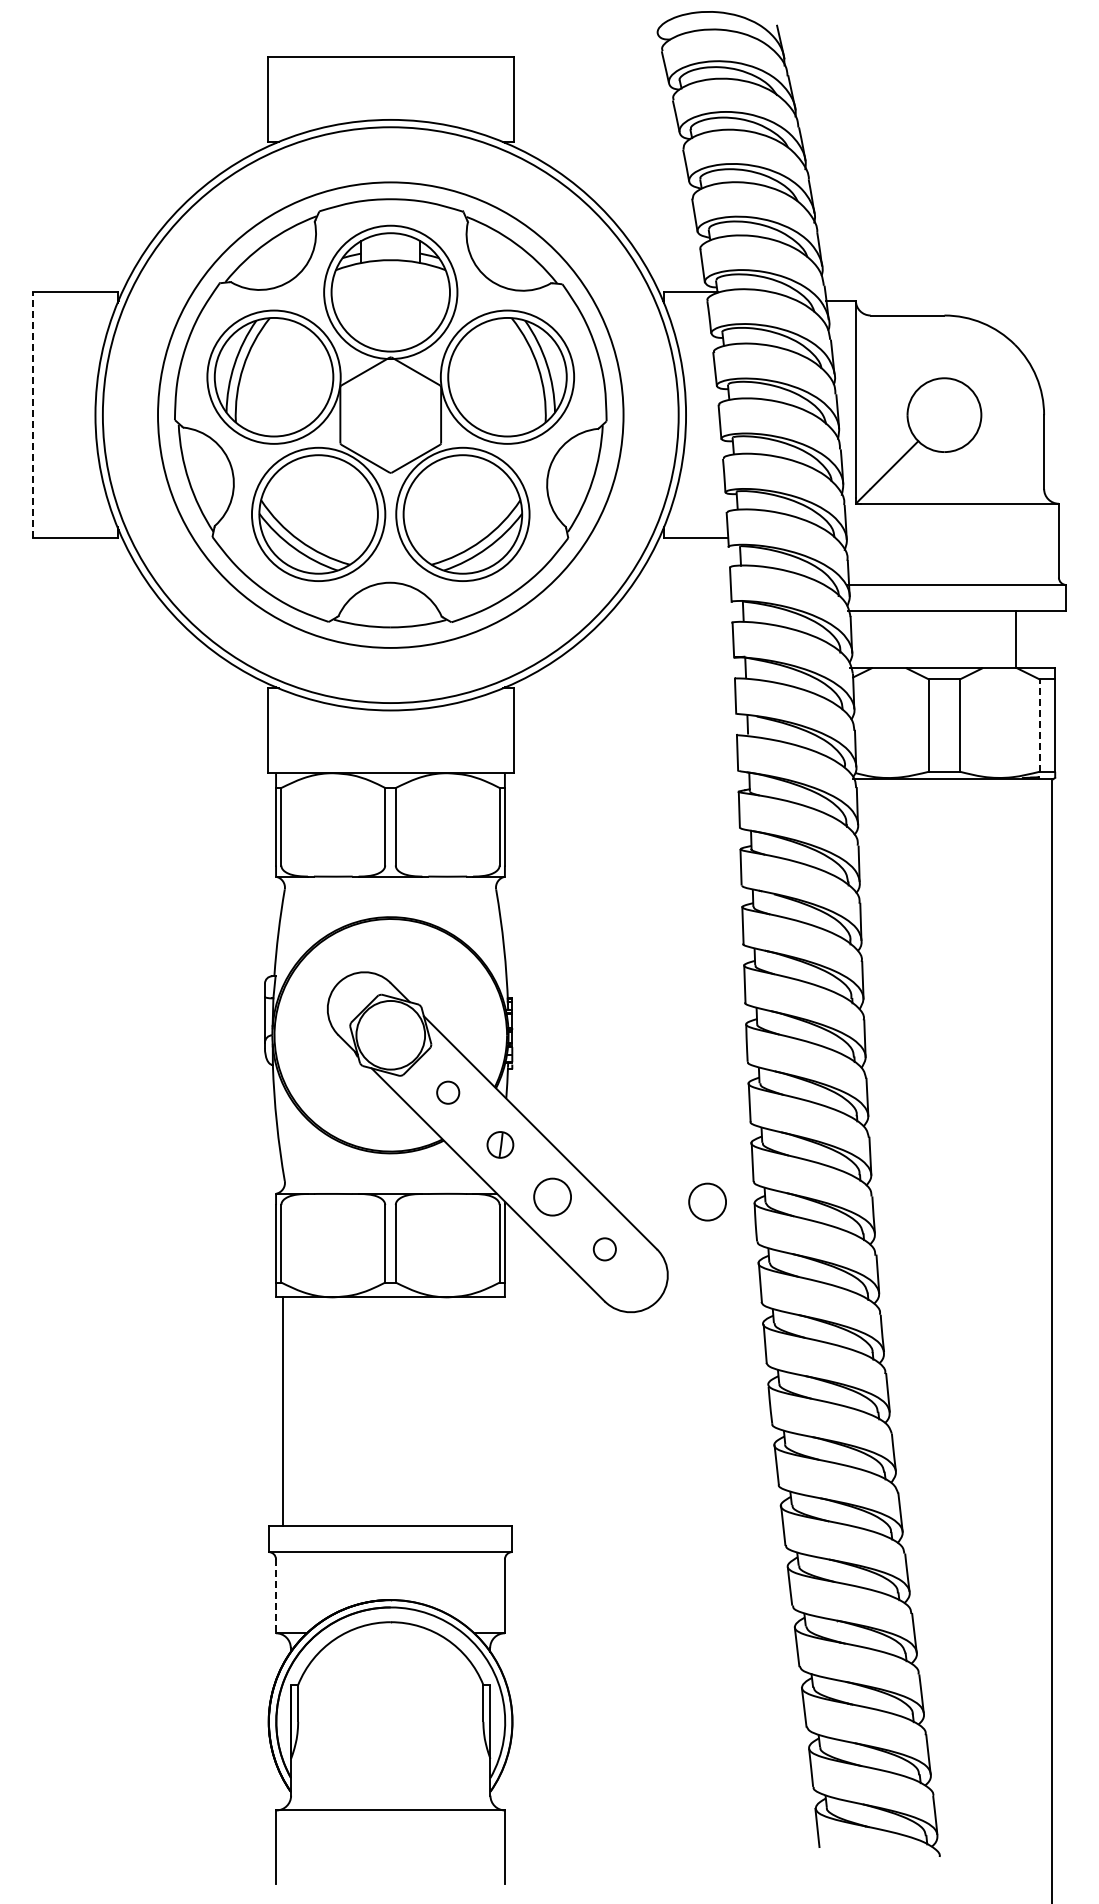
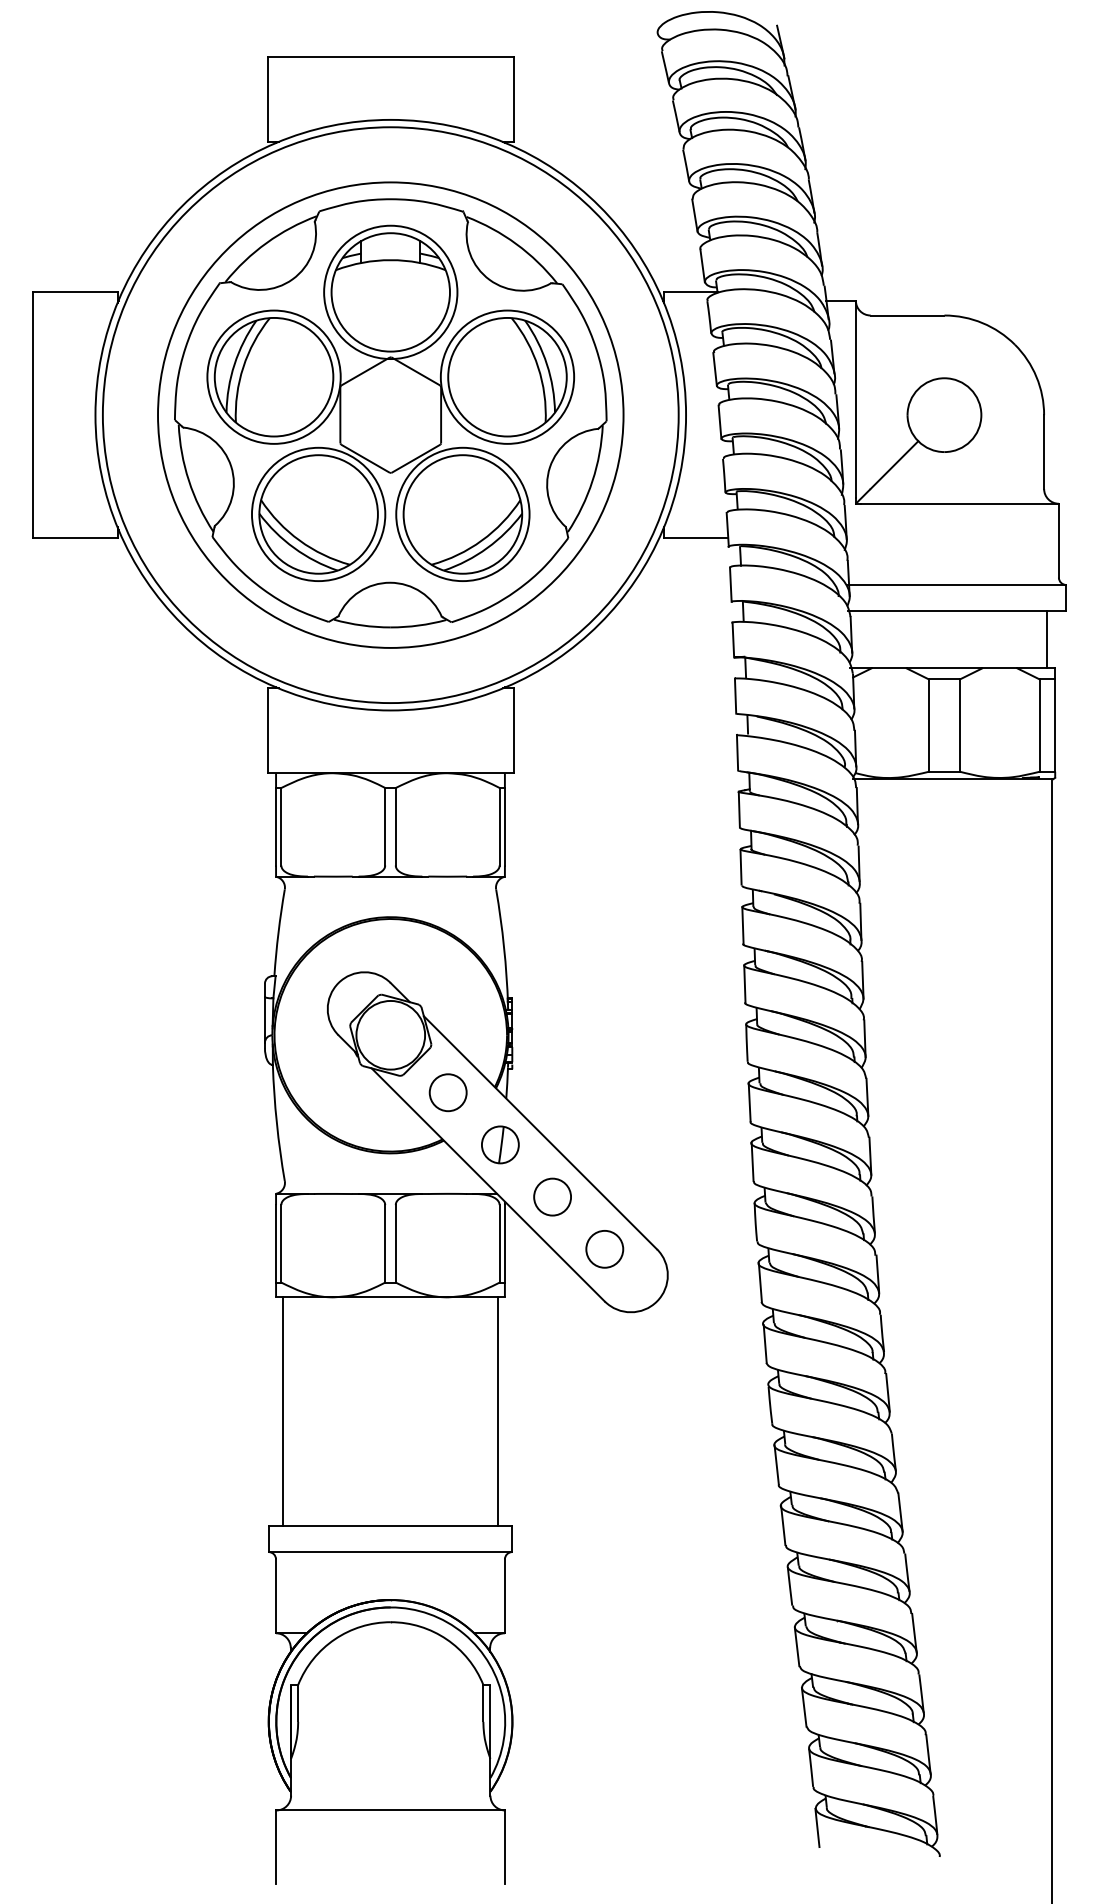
line at (32, 415): dashed -> solid
line at (1016, 639) position: (1016, 639) -> (1047, 639)
line at (1039, 725): dashed -> solid
circle at (448, 1092) diameter: 22 px -> 37 px
part at (500, 1144) size: 29x28 px -> 39x40 px
circle at (707, 1201): present -> none
circle at (604, 1249) size: 25x25 px -> 40x39 px
line at (497, 1411): none -> present
line at (276, 1596): dashed -> solid
